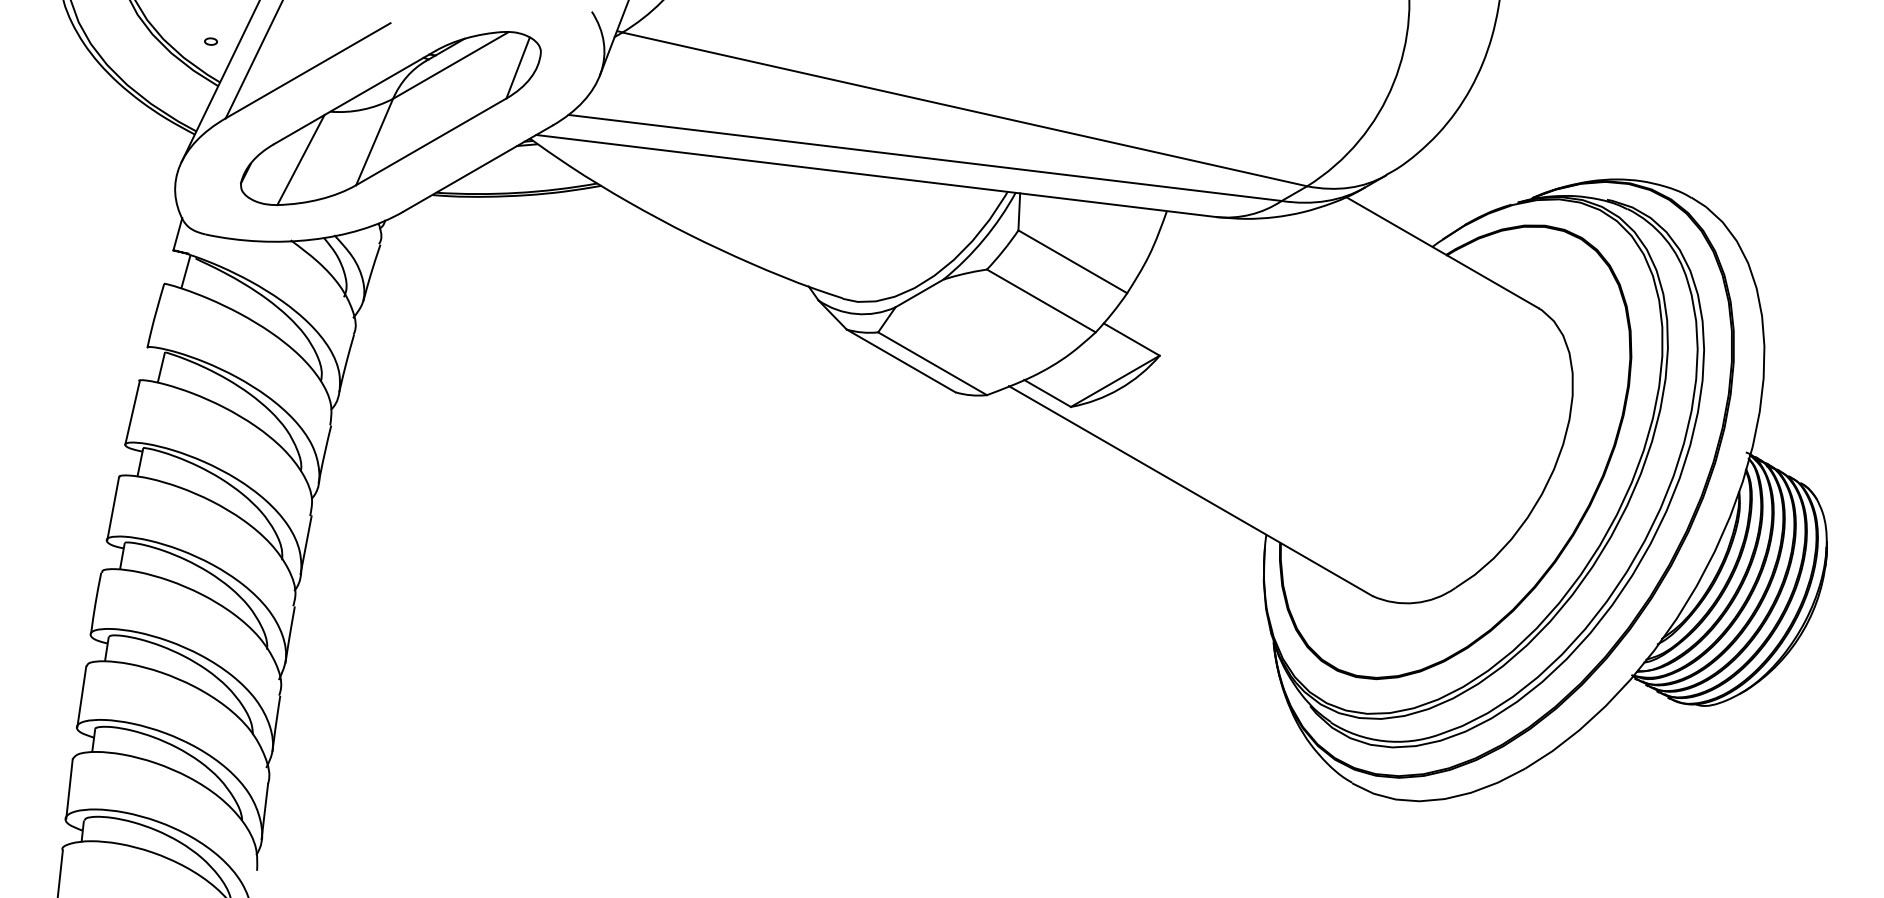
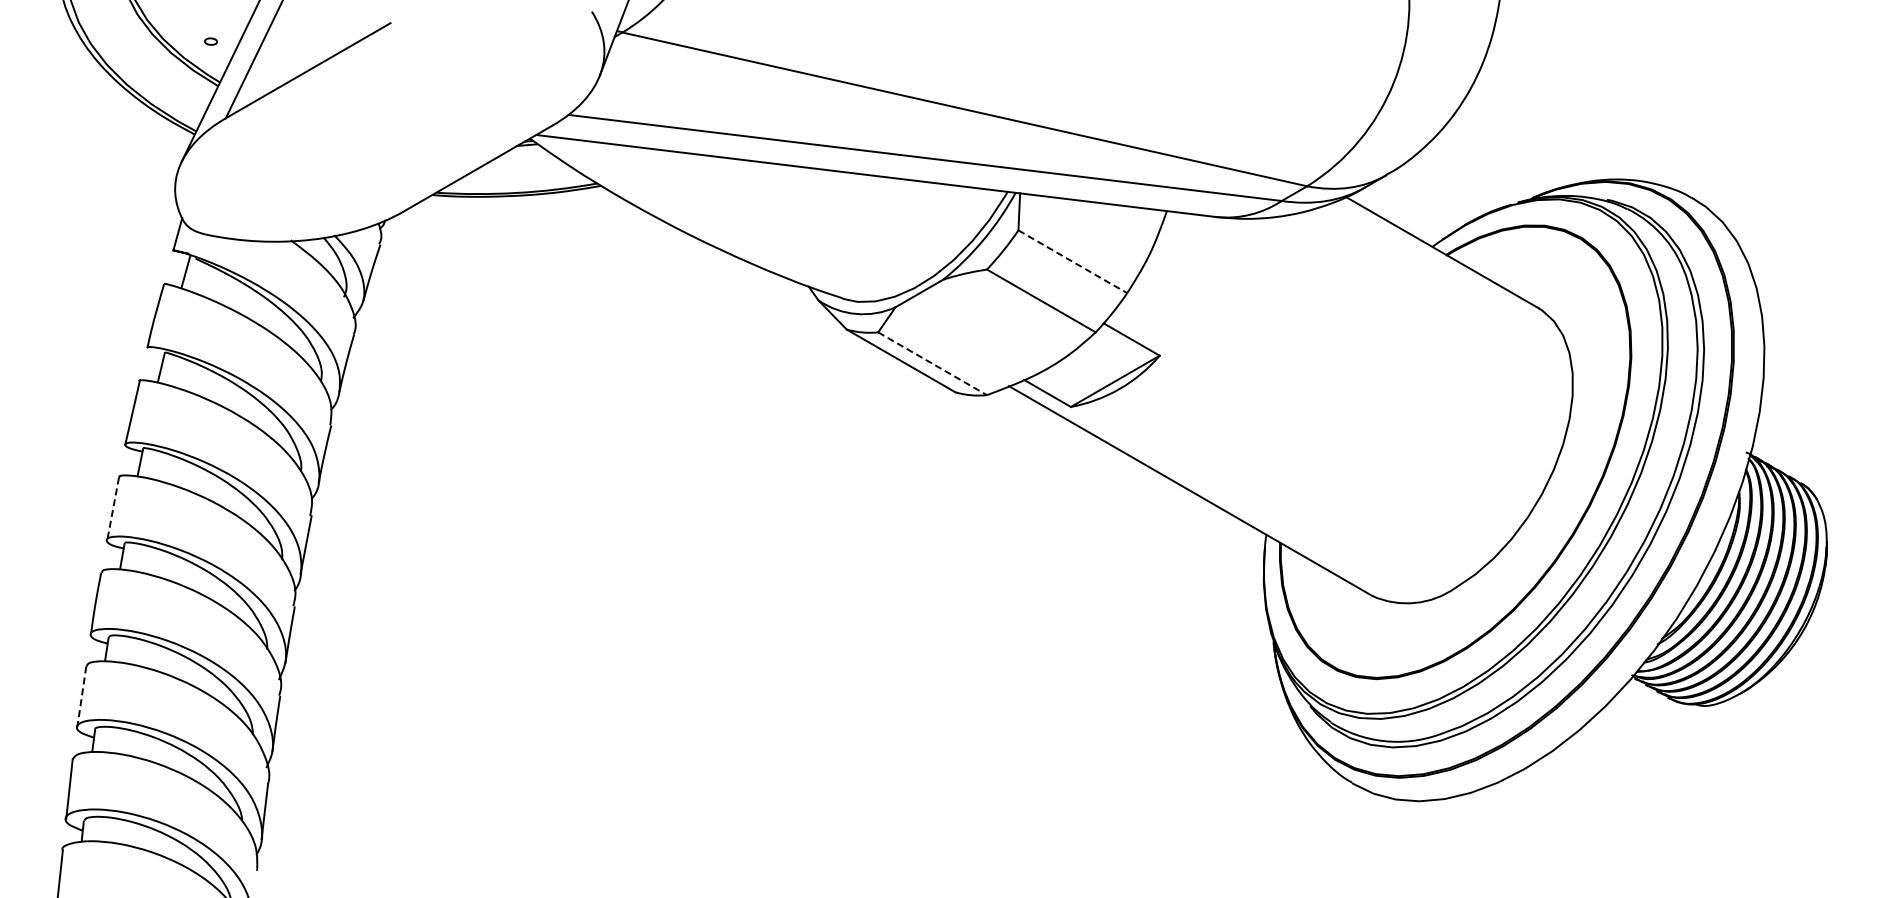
part at (390, 118): present -> none
line at (1072, 261): solid -> dashed
line at (932, 363): solid -> dashed
line at (113, 508): solid -> dashed
line at (81, 696): solid -> dashed
